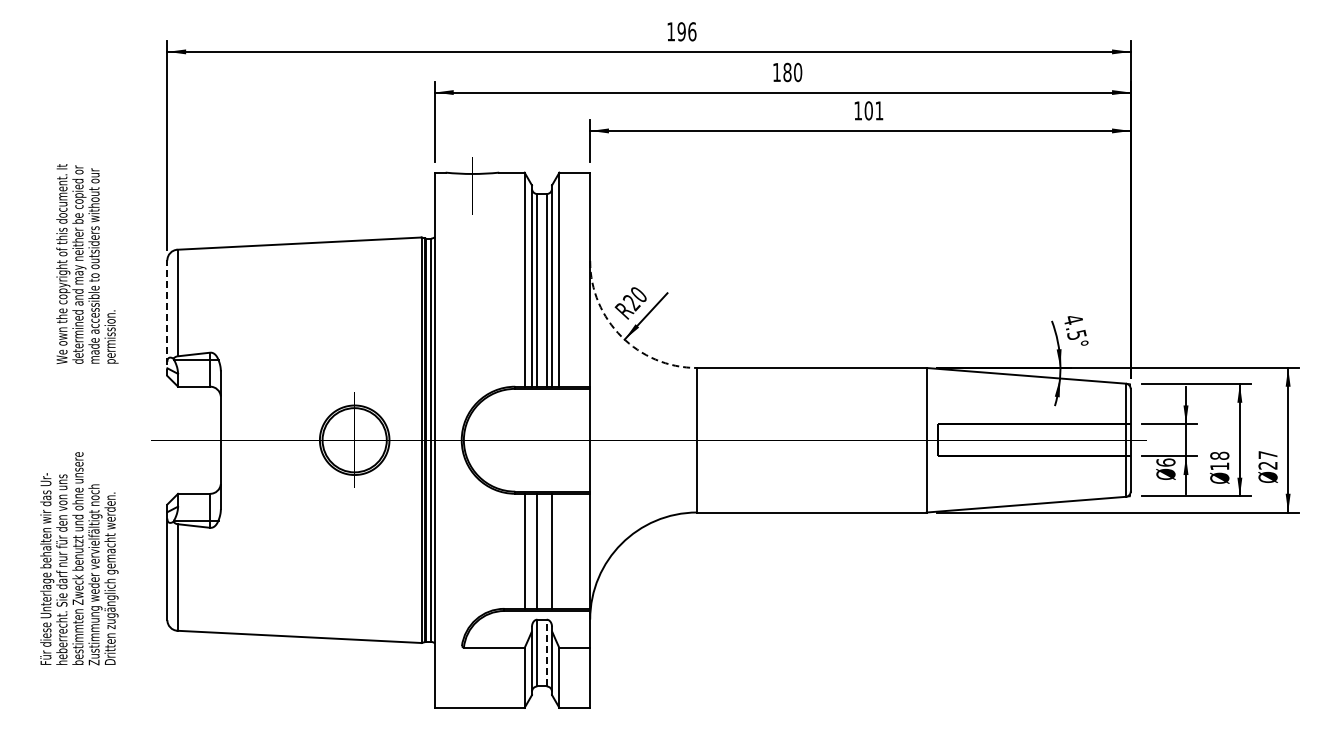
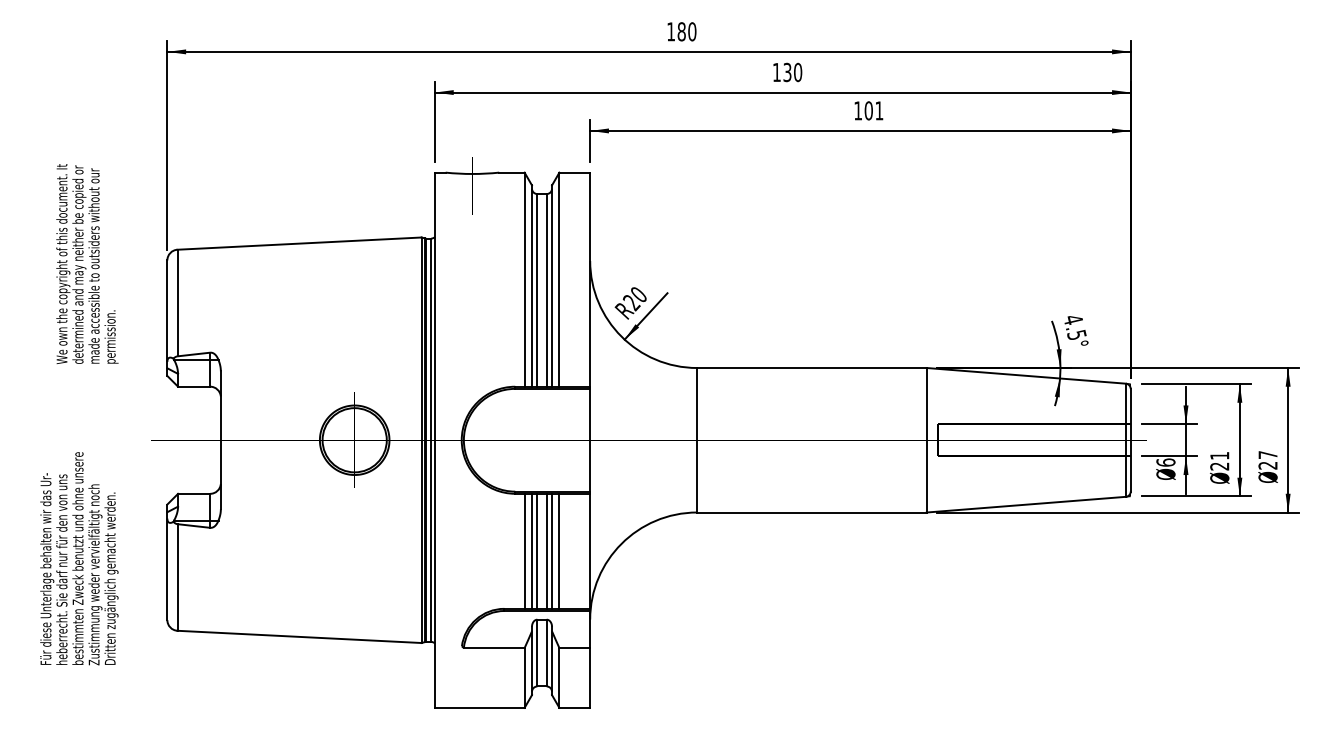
text at (686, 31): 196 -> 180
text at (787, 72): 180 -> 130
line at (167, 318): dashed -> solid
arc at (621, 336): dashed -> solid
text at (1219, 460): 18 -> 21
line at (531, 550): none -> present
line at (546, 550): none -> present
line at (559, 550): none -> present
line at (546, 652): dashed -> solid
